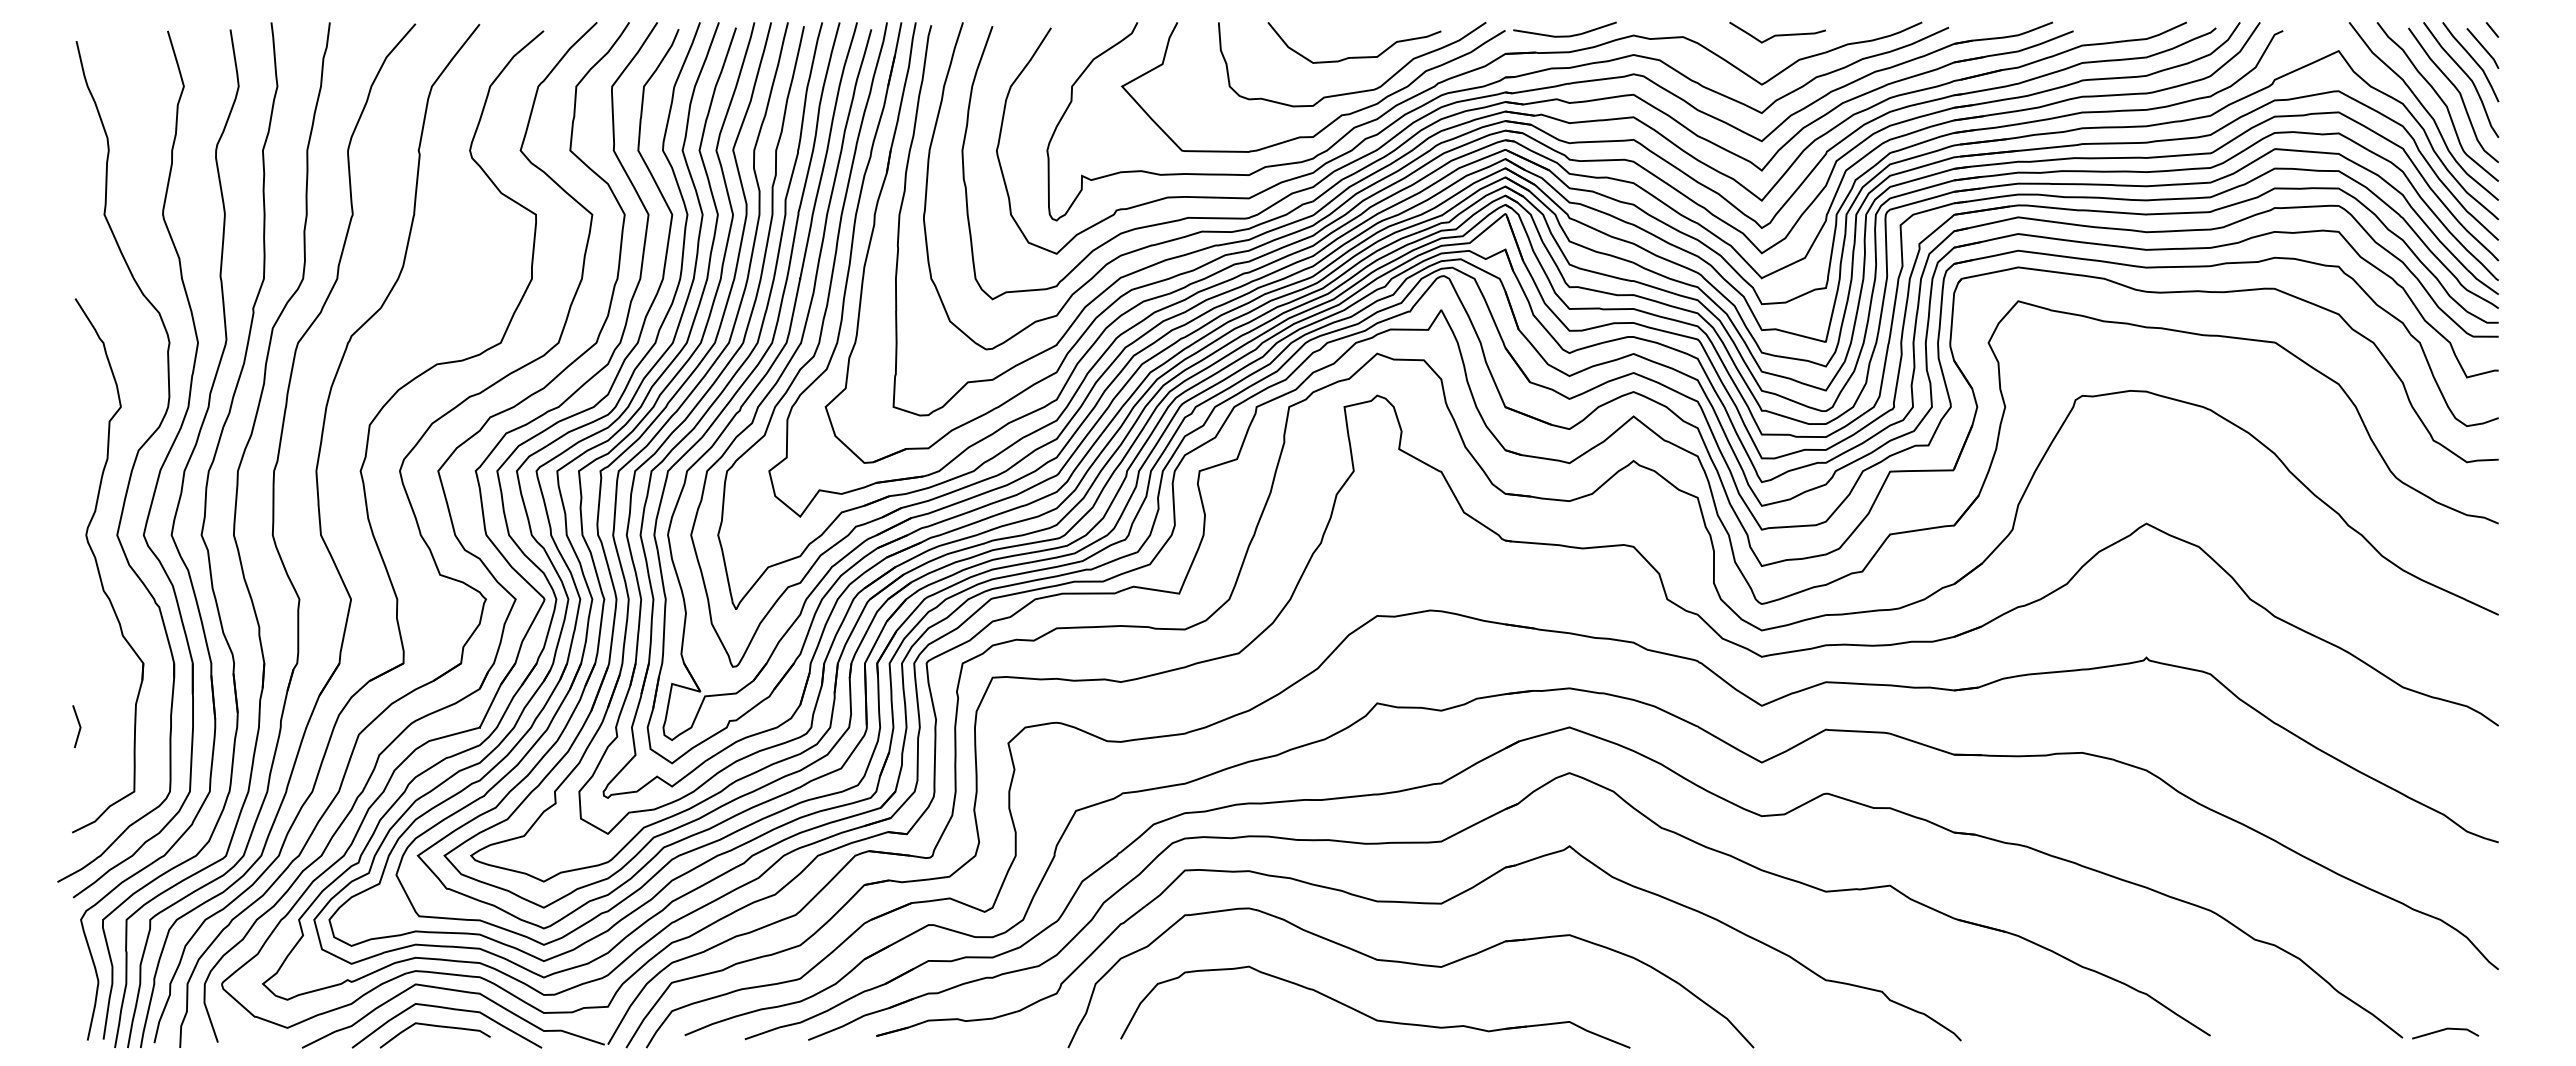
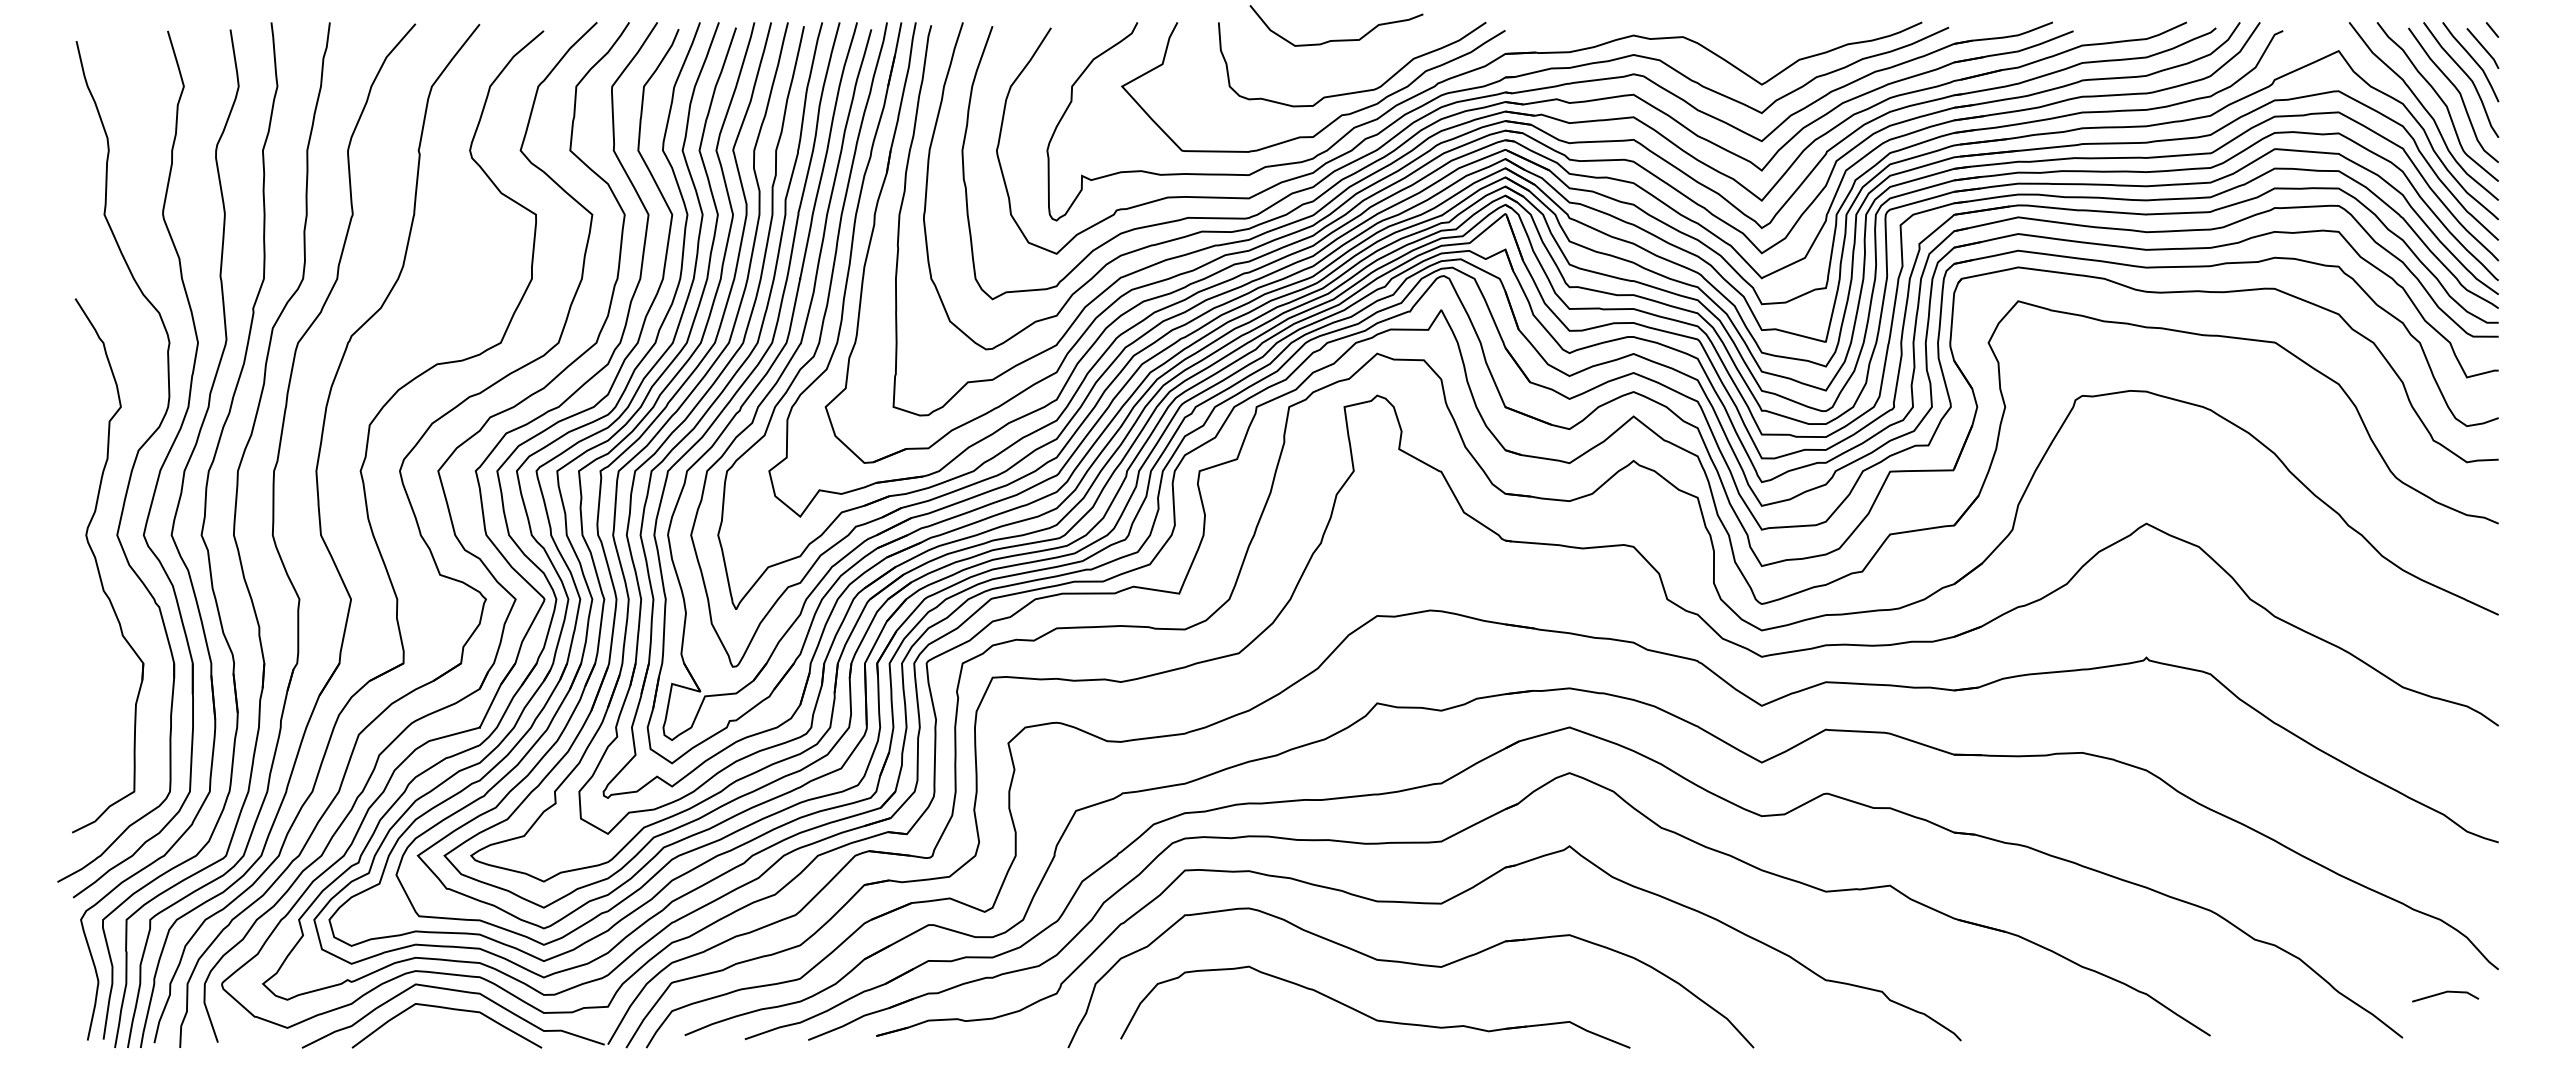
curve at (1777, 34): present -> none
line at (1564, 35): present -> none
curve at (1354, 56) position: (1354, 56) -> (1336, 39)
line at (78, 724): present -> none
curve at (438, 1027): present -> none
line at (2445, 1030) position: (2445, 1030) -> (2445, 993)
